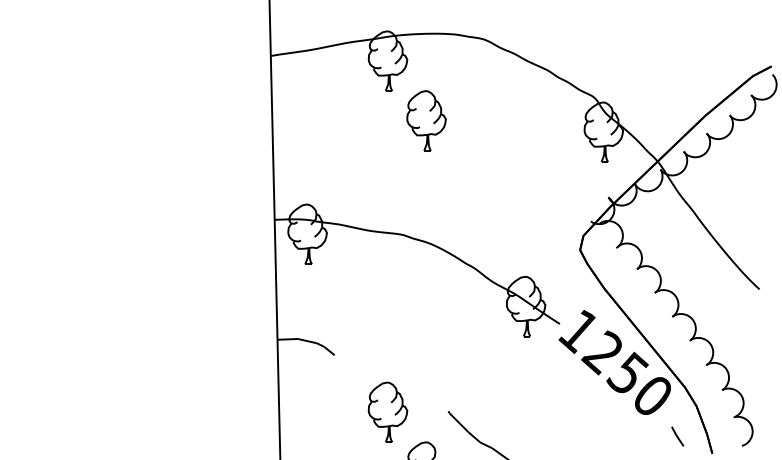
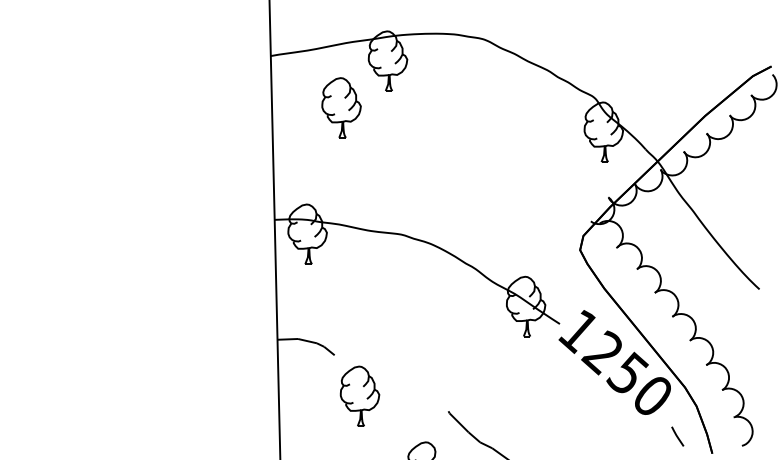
part at (426, 120) position: (426, 120) -> (341, 107)
part at (387, 411) position: (387, 411) -> (359, 395)
